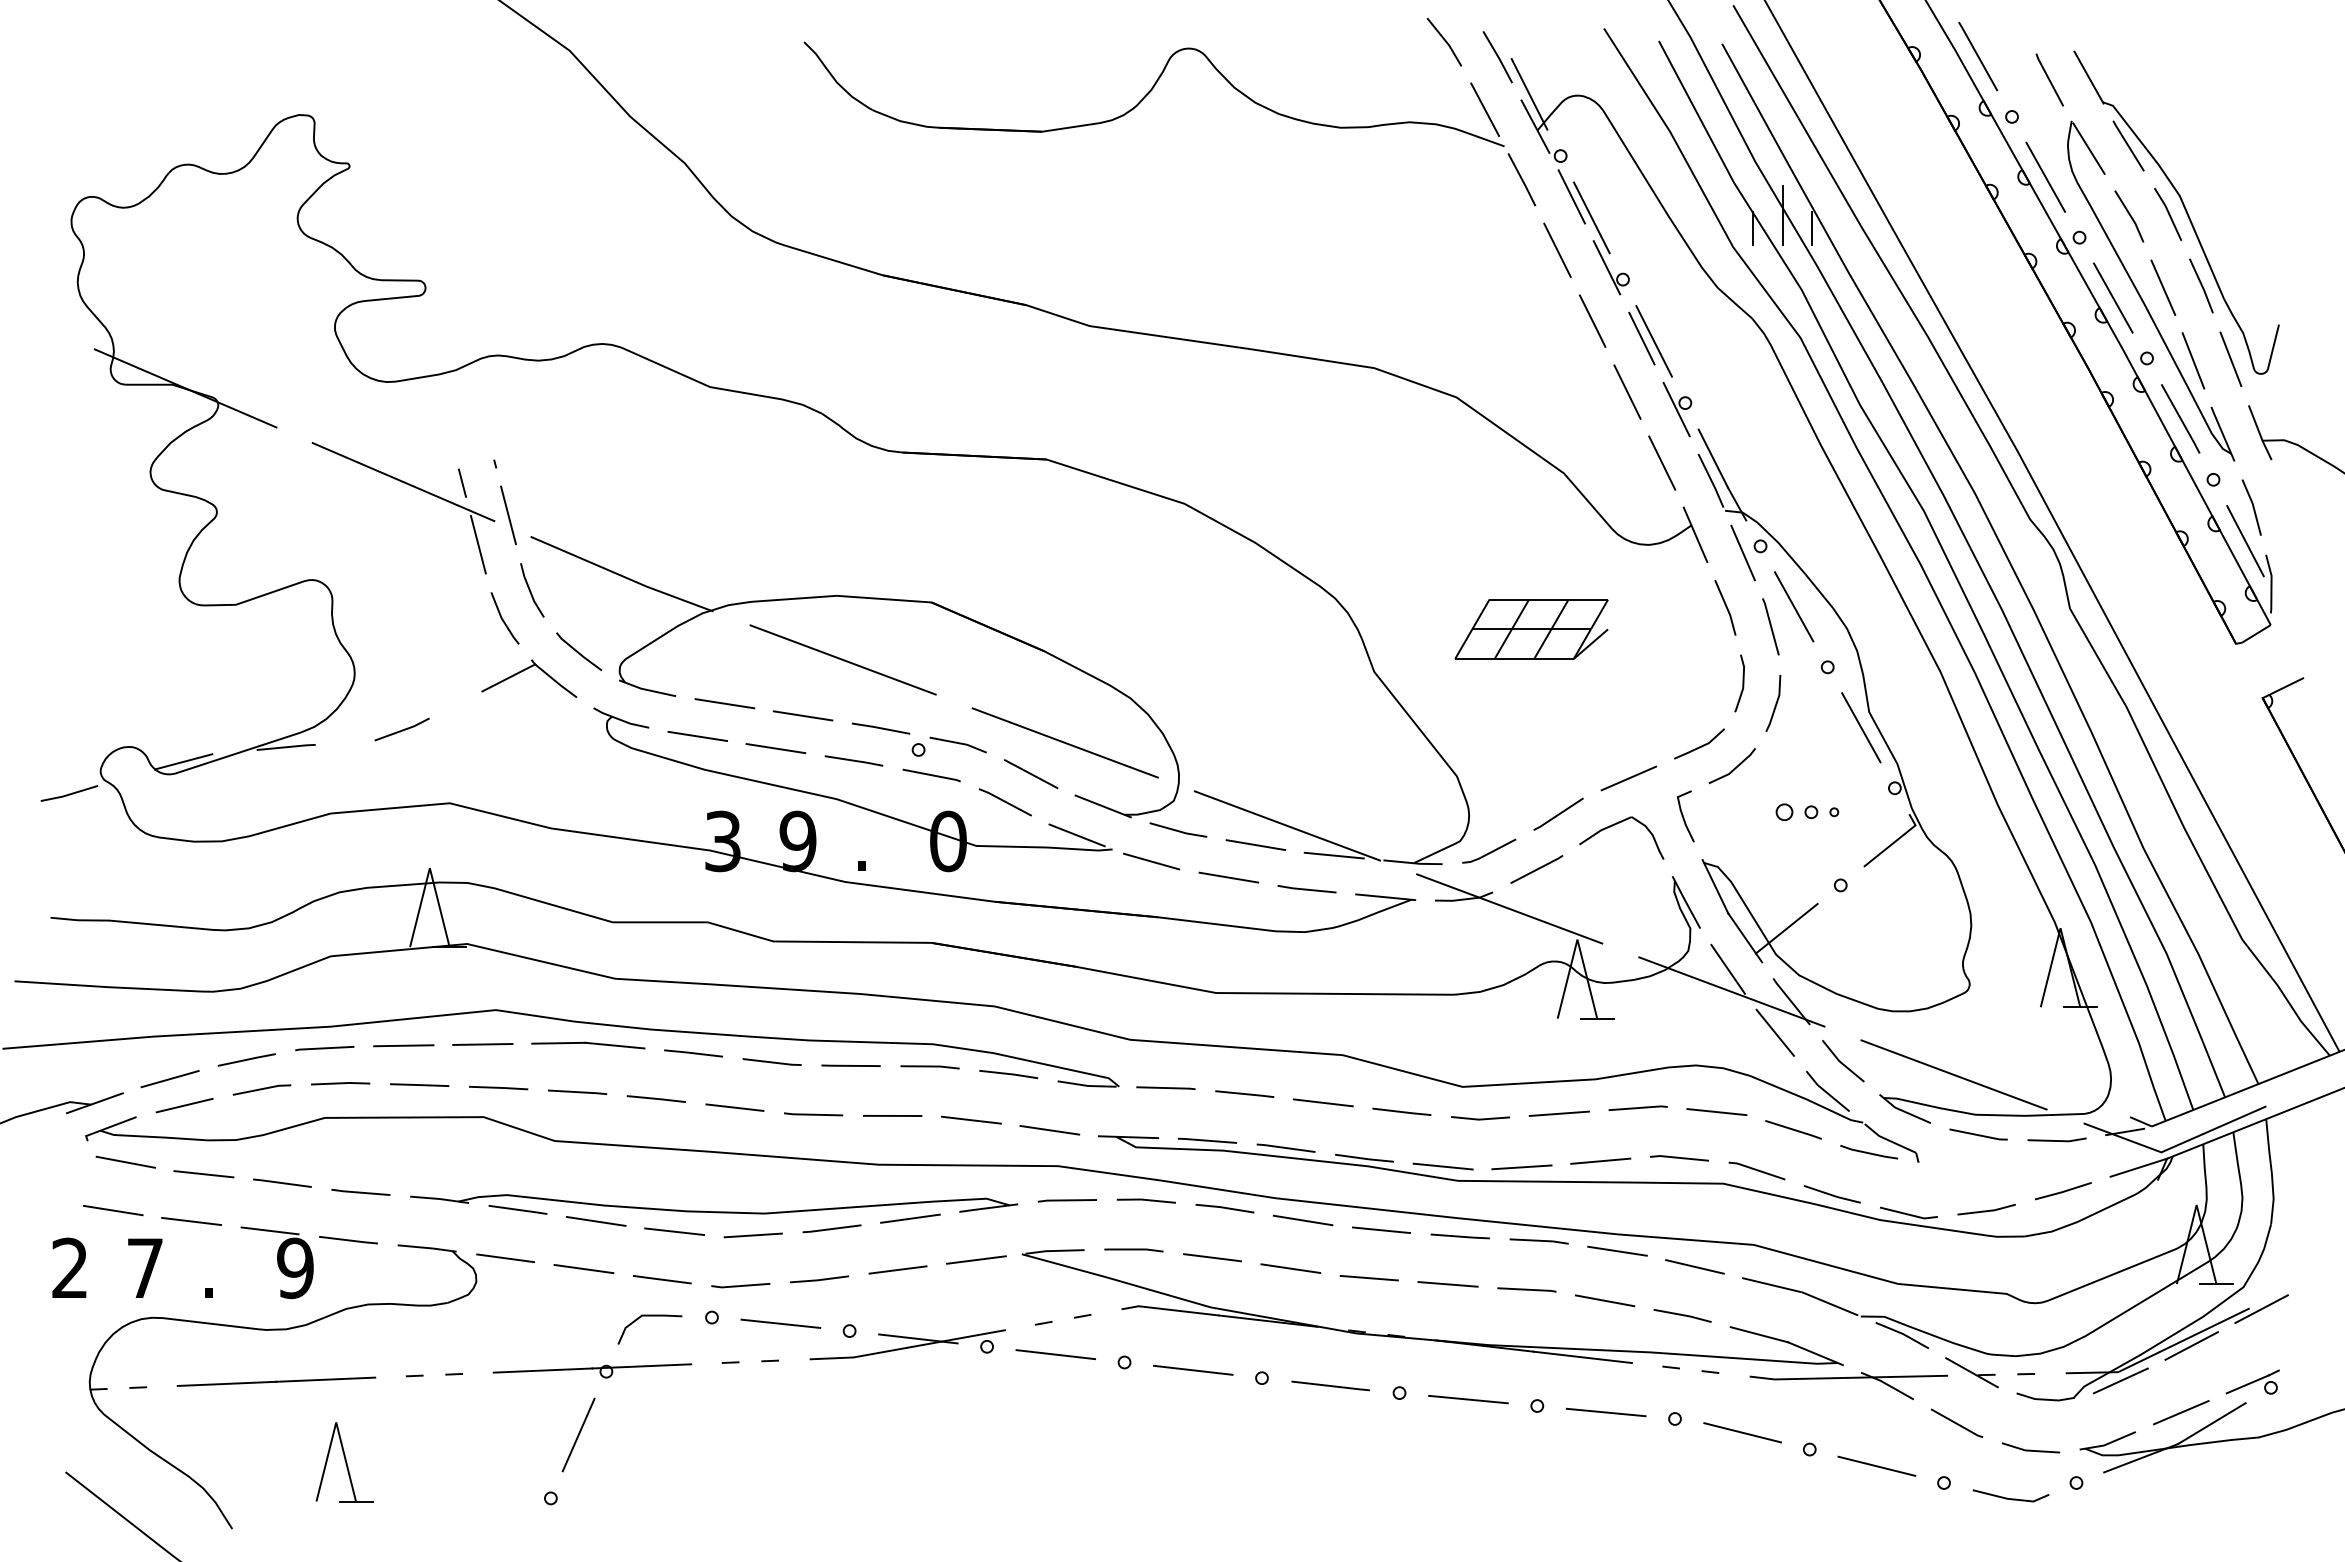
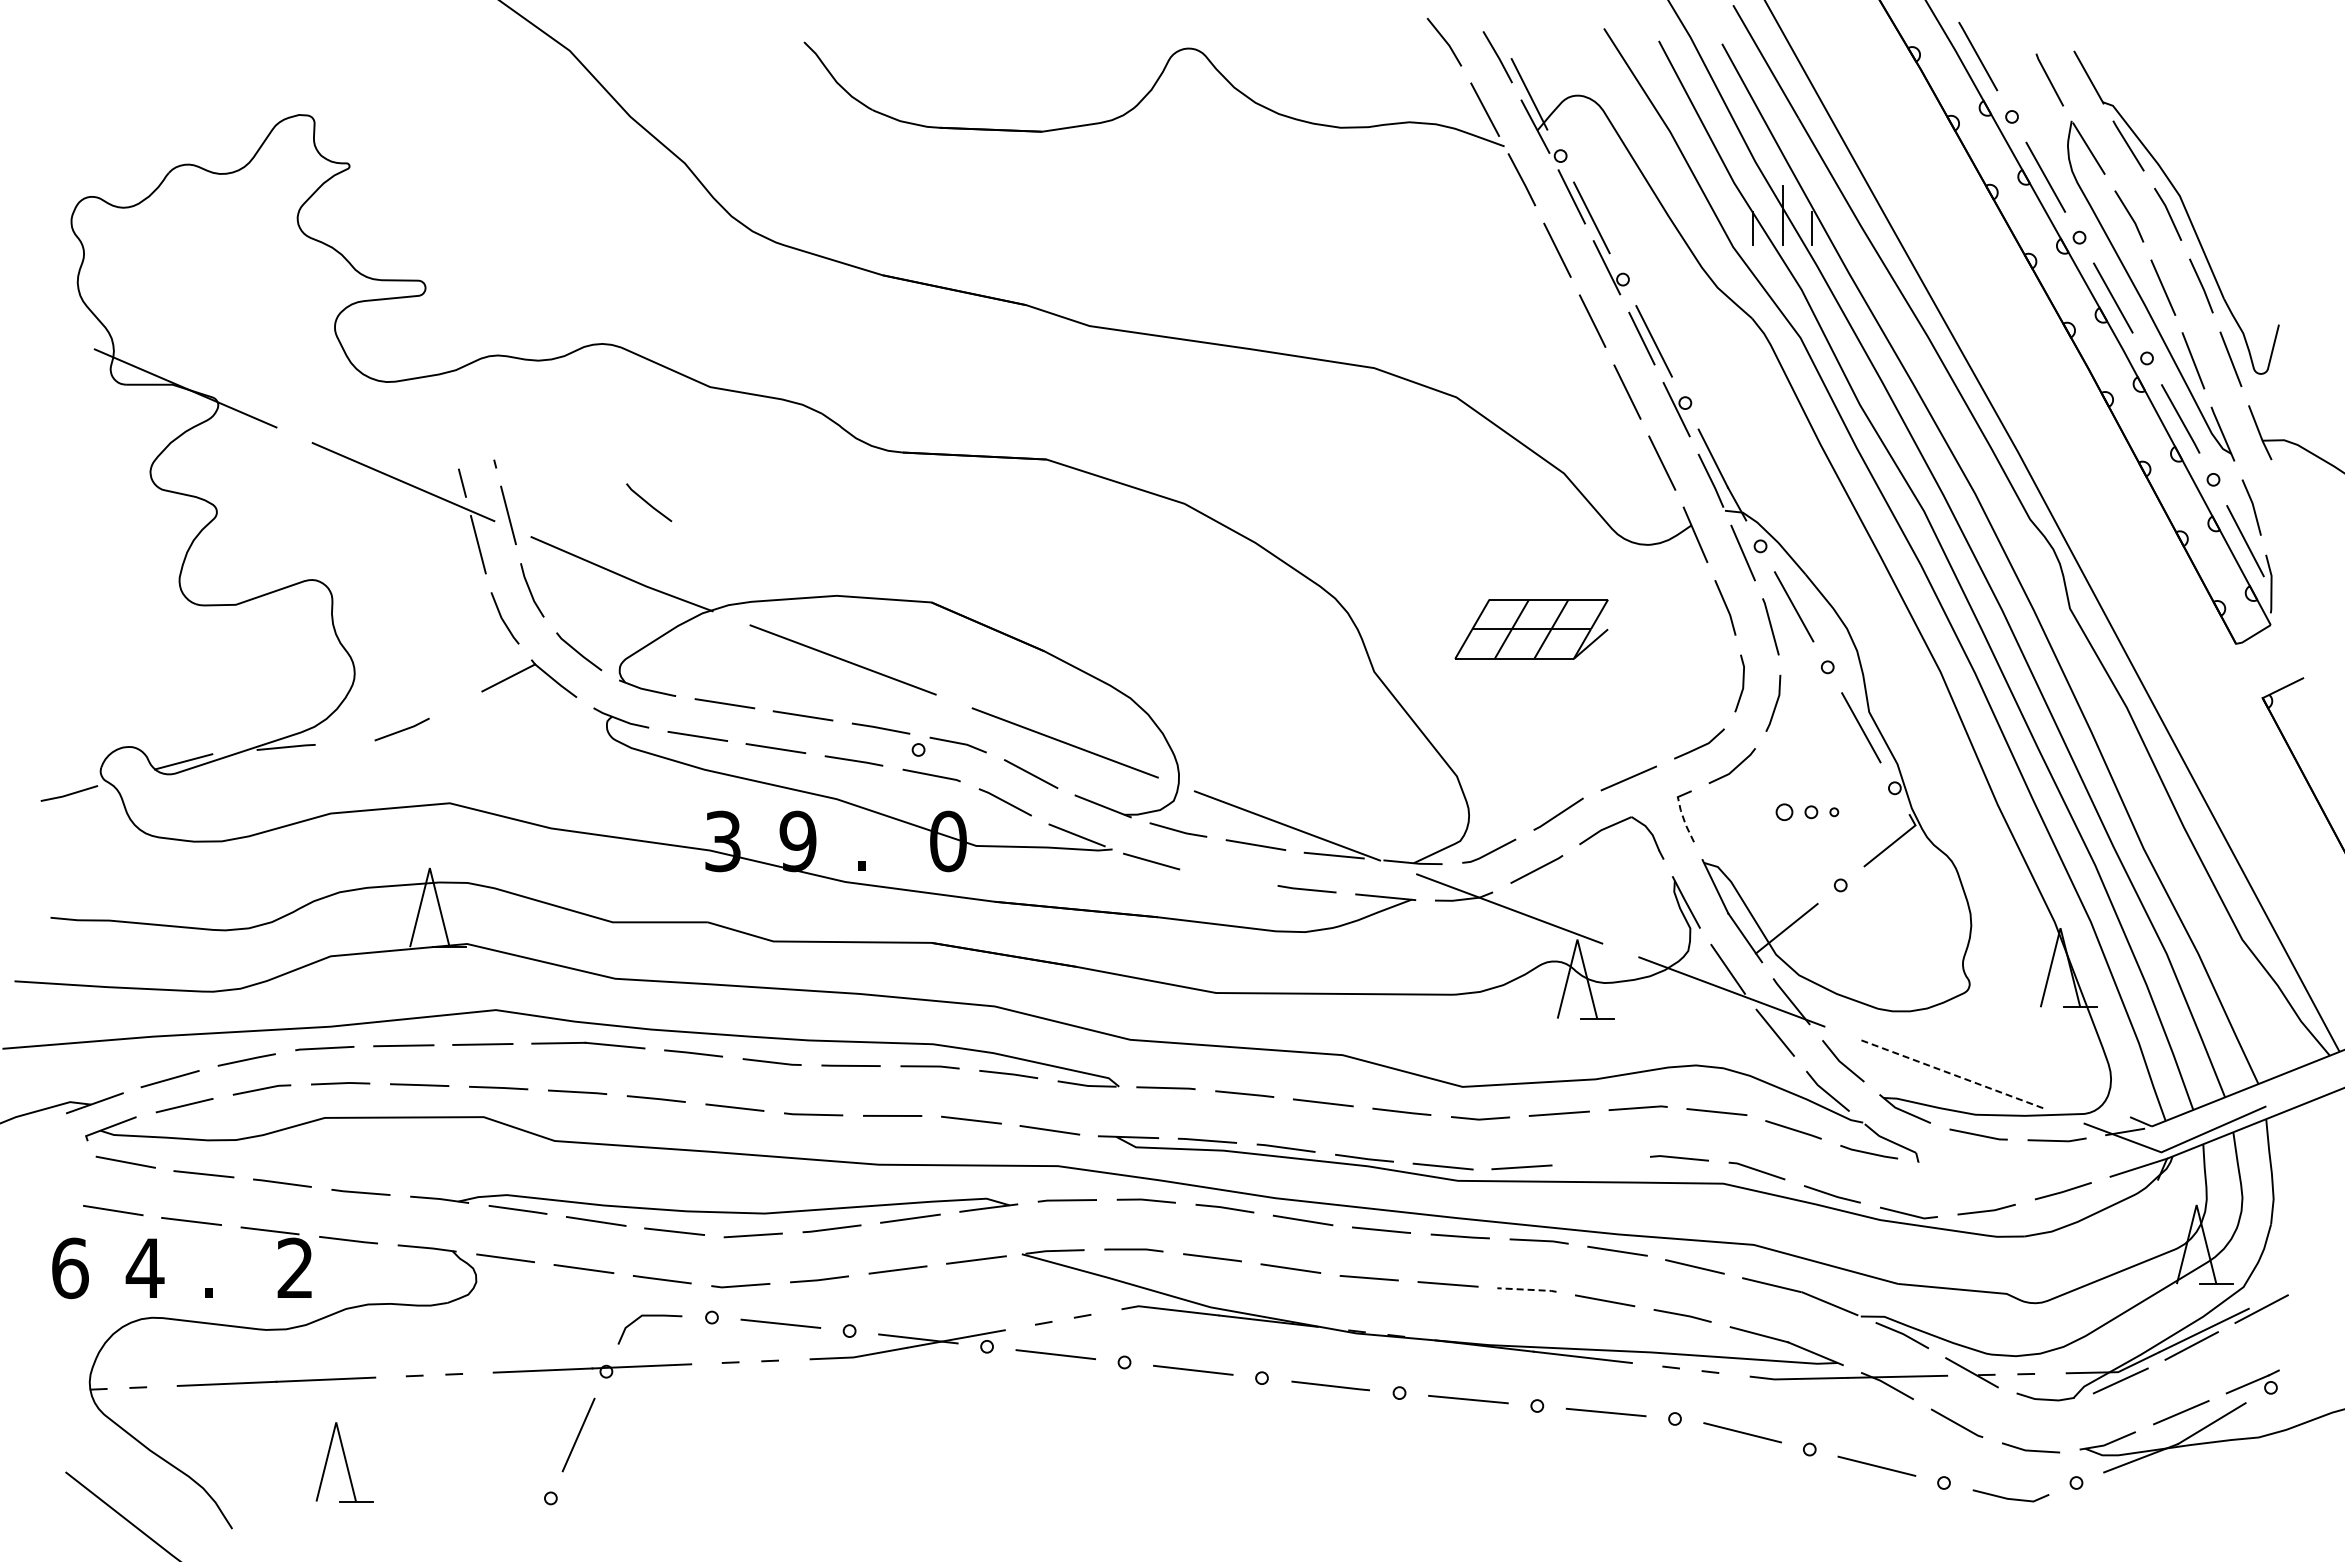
line at (648, 502): none -> present
line at (1684, 820): solid -> dashed
line at (1228, 877): present -> none
line at (1954, 1074): solid -> dashed
line at (1600, 1160): present -> none
text at (144, 1267): 7 -> 4
text at (70, 1268): 2 -> 6
text at (295, 1268): 9 -> 2
line at (1527, 1289): solid -> dashed
